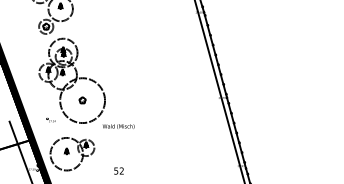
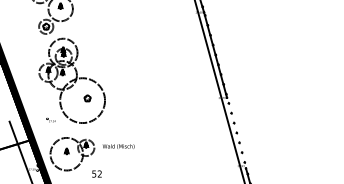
part at (82, 100) position: (82, 100) -> (87, 98)
text at (118, 126) position: (118, 126) -> (118, 146)
line at (236, 132): present -> none
text at (118, 170) position: (118, 170) -> (96, 173)
